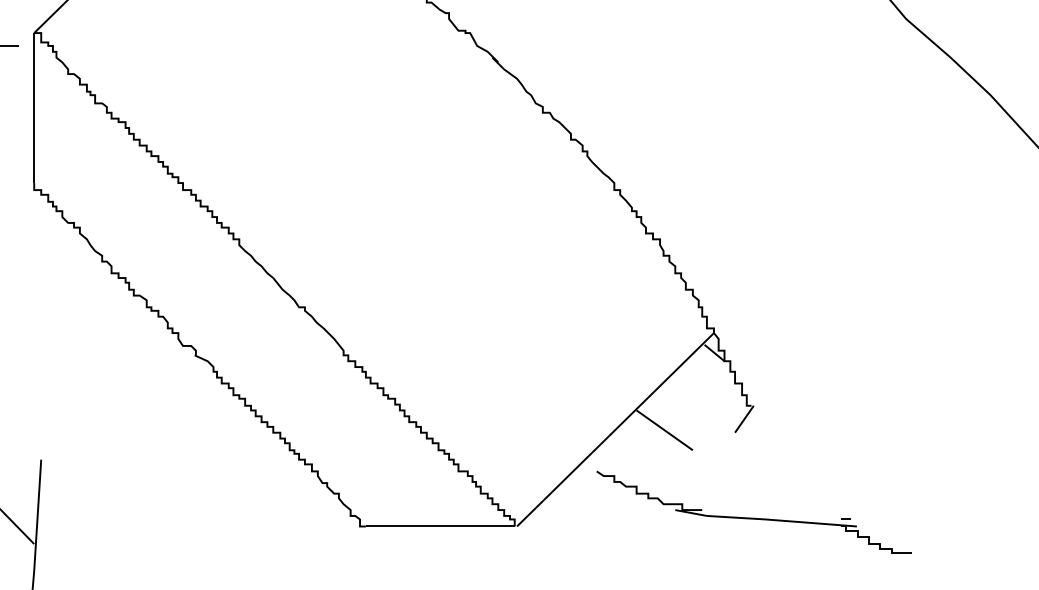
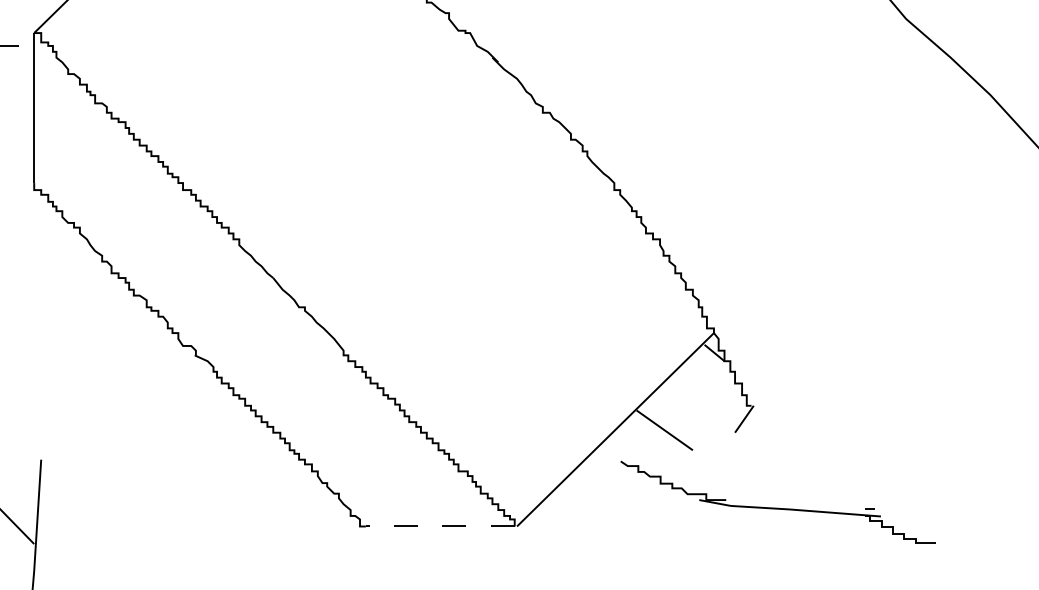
part at (753, 511) position: (753, 511) -> (777, 501)
line at (439, 526): solid -> dashed
